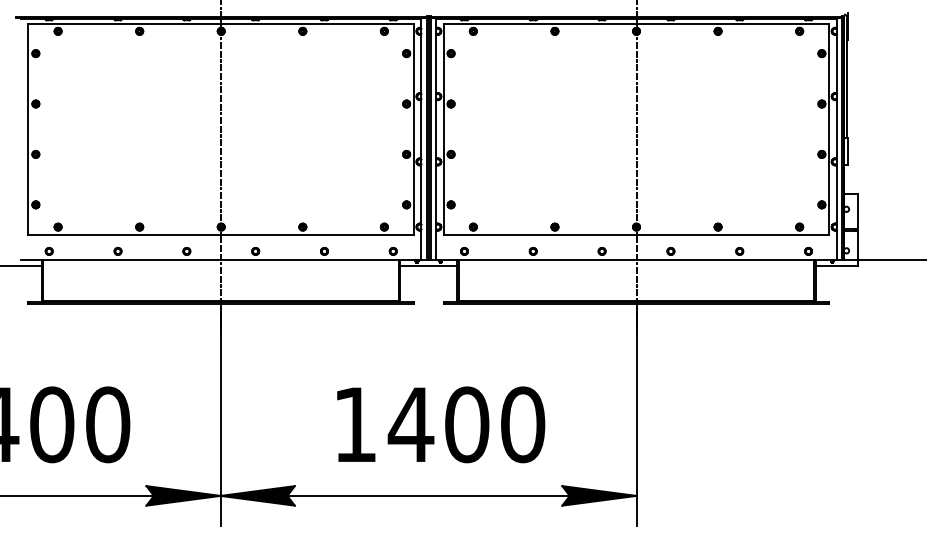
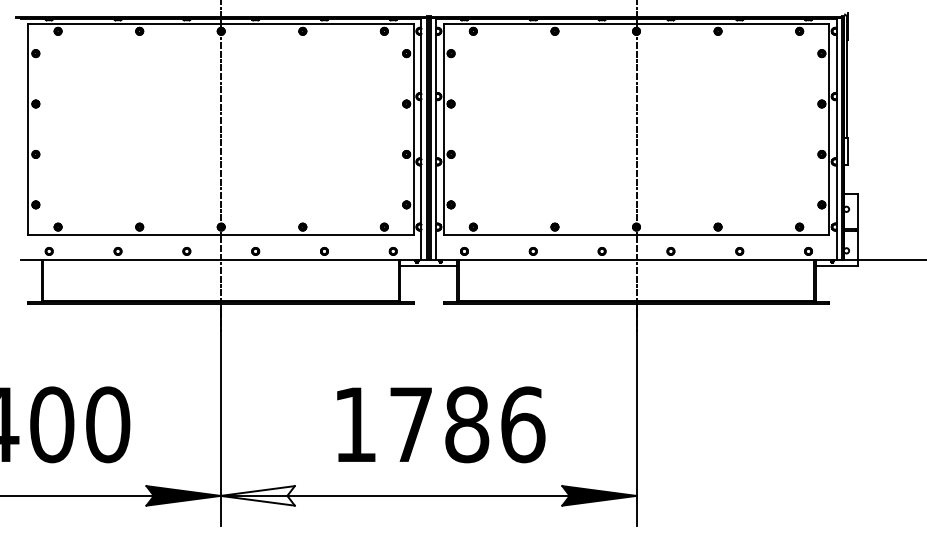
line at (22, 265): present -> none
text at (466, 424): 1400 -> 1786
fill at (257, 495): present -> none
